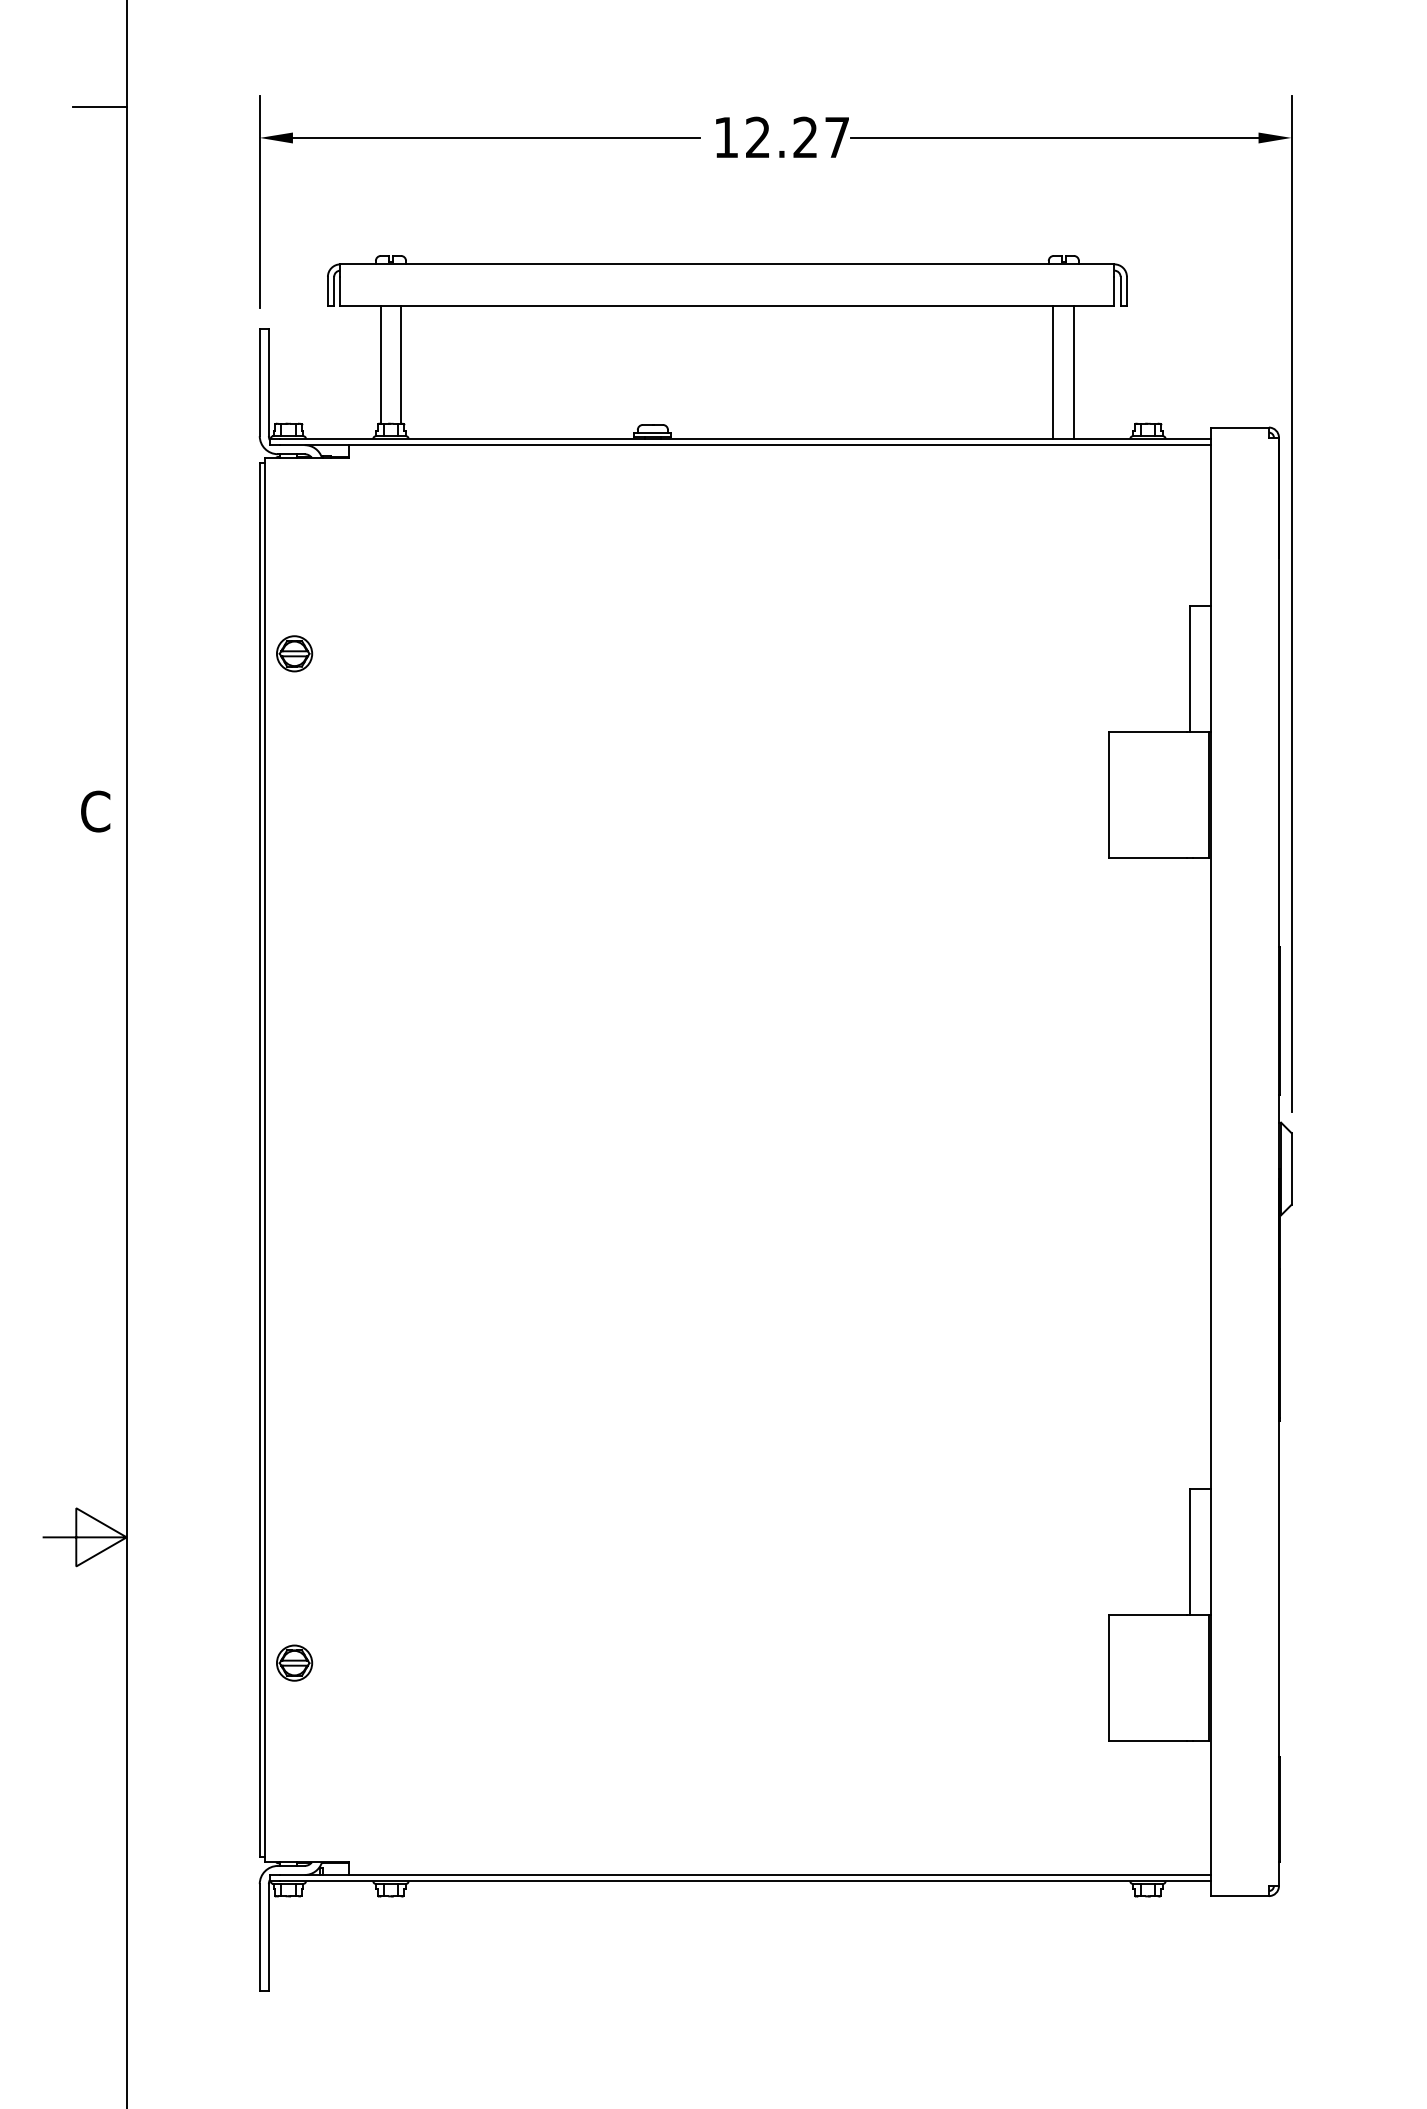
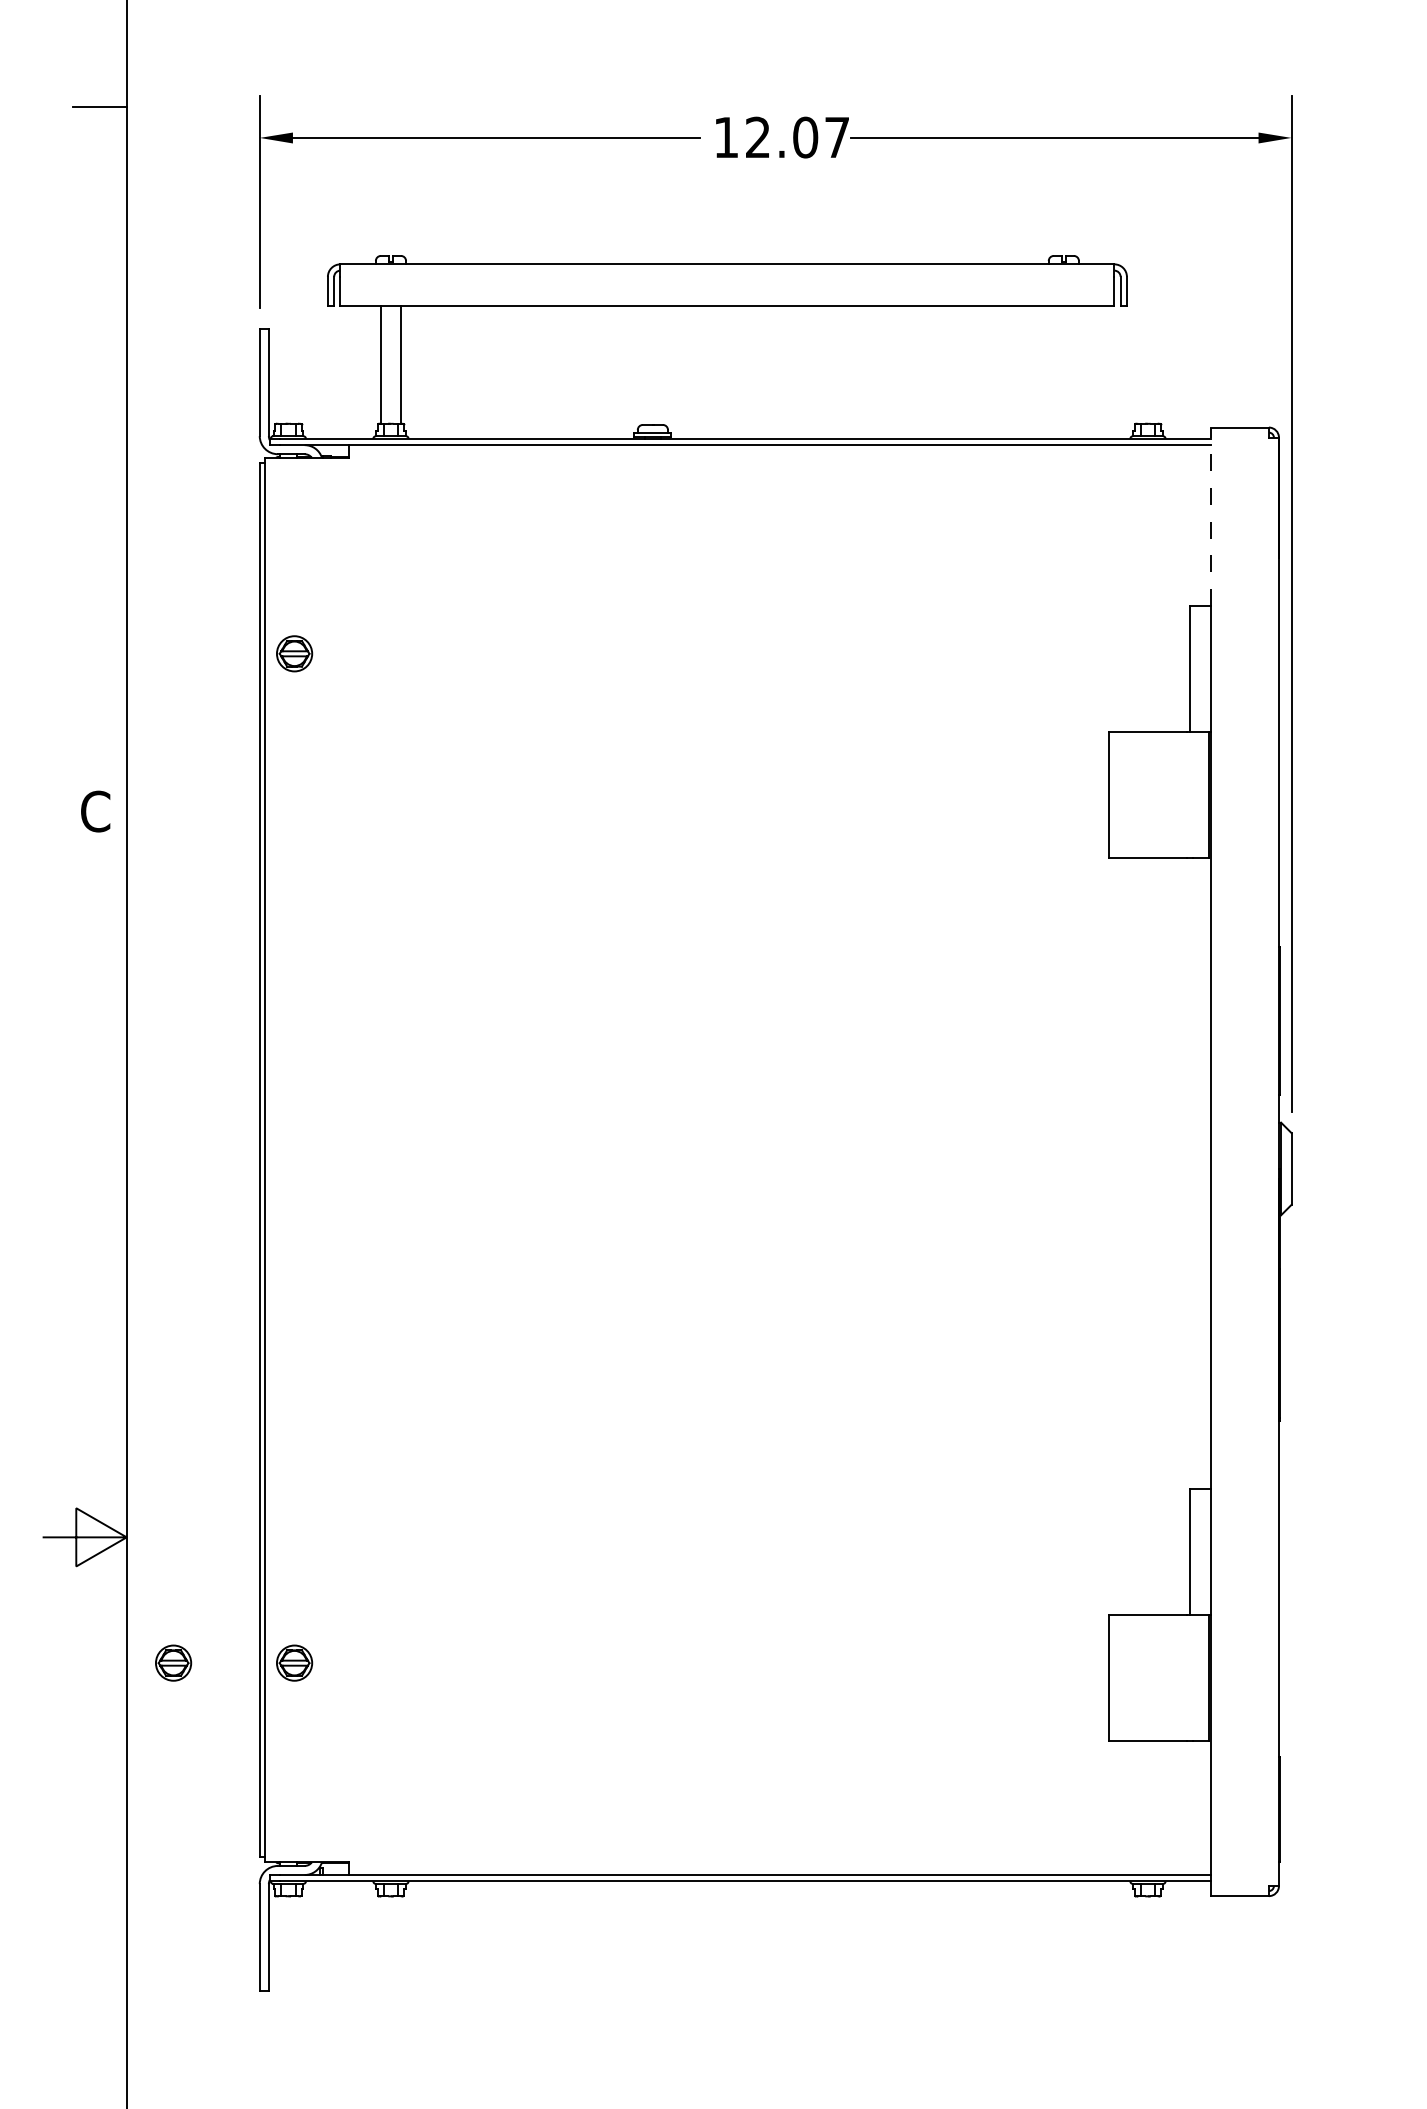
text at (805, 137): 12.27 -> 12.07
line at (1053, 372): present -> none
line at (1074, 372): present -> none
line at (1210, 516): solid -> dashed
part at (173, 1662): none -> present
